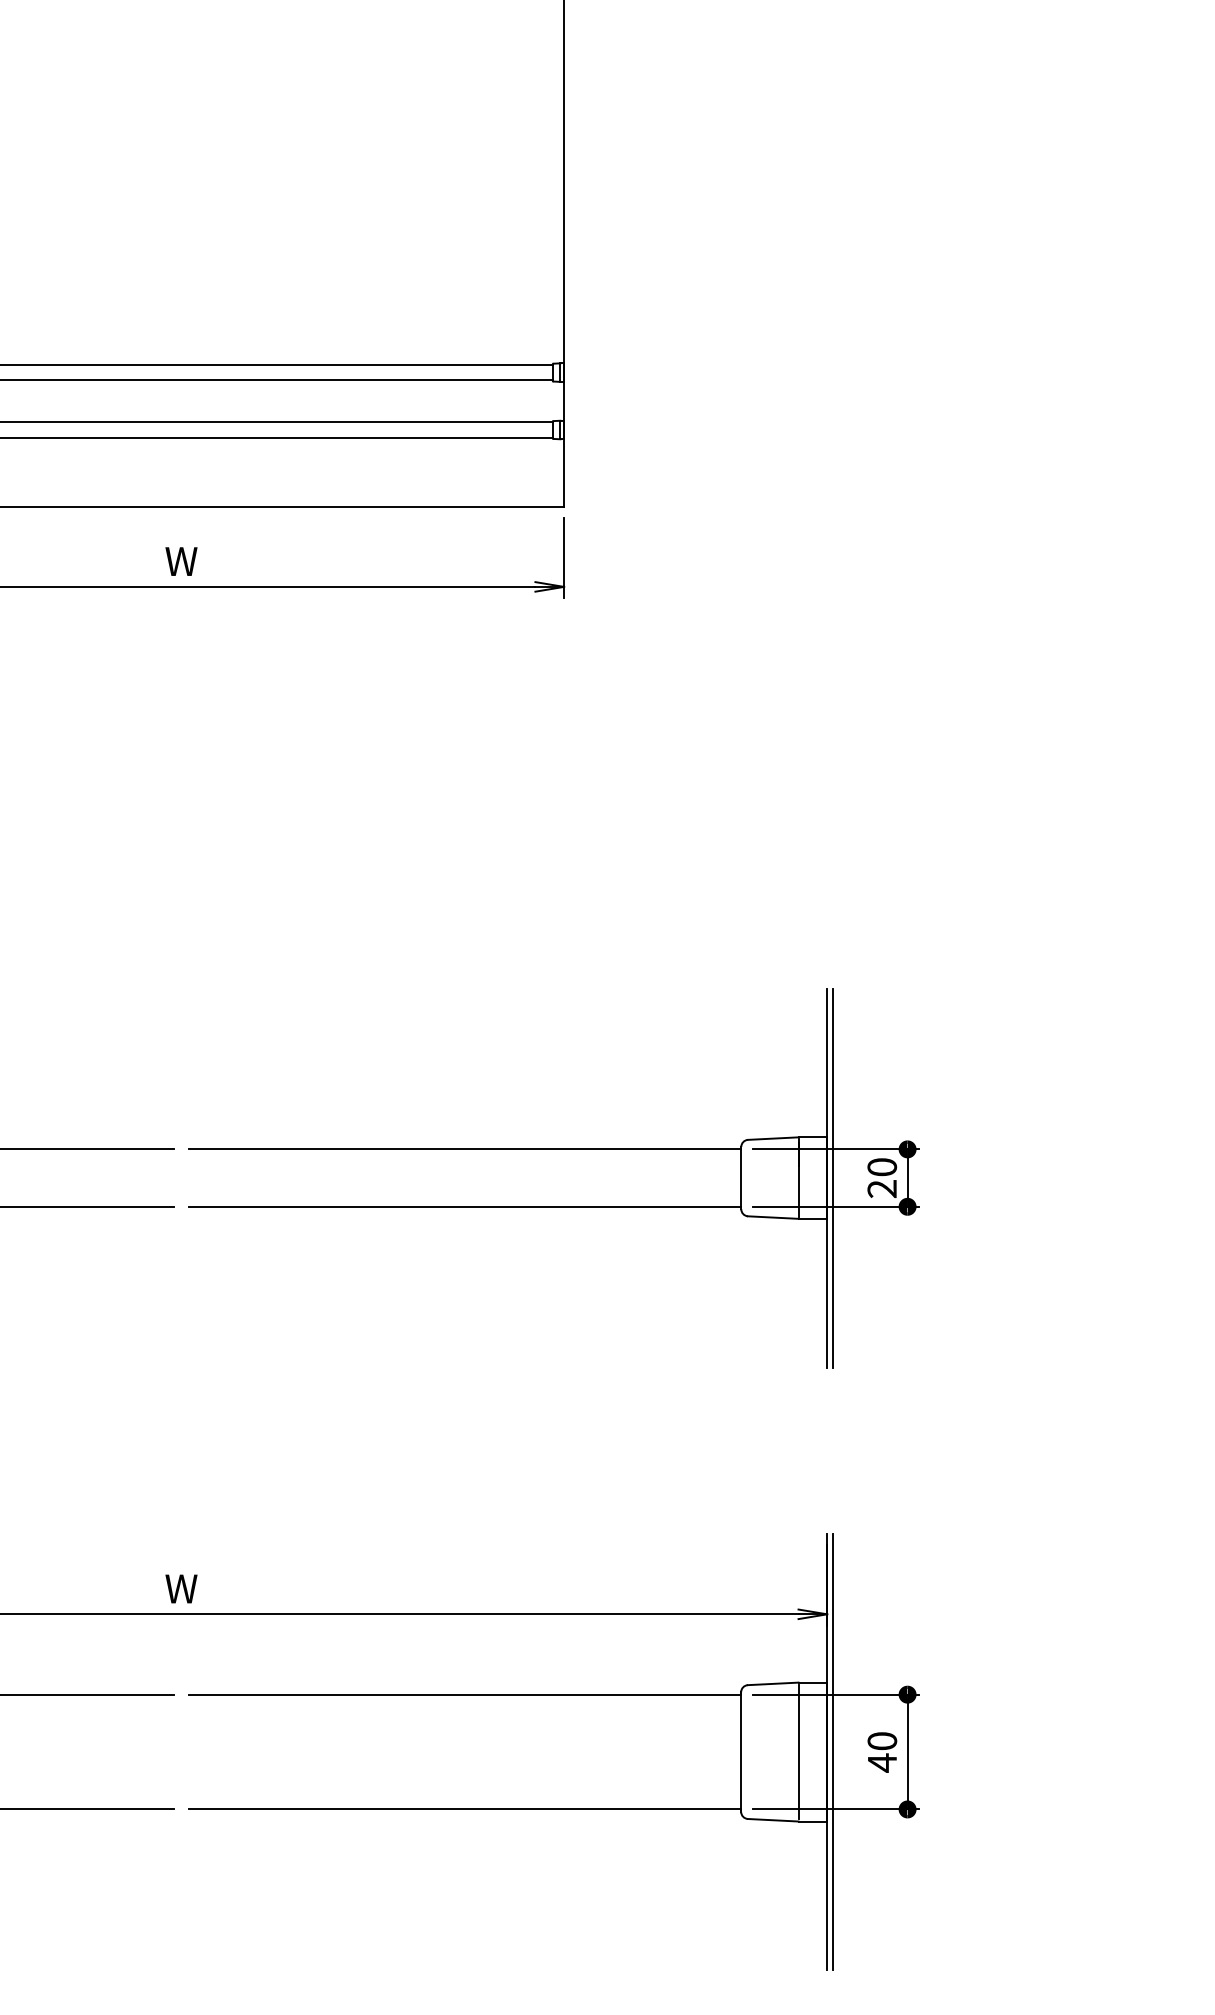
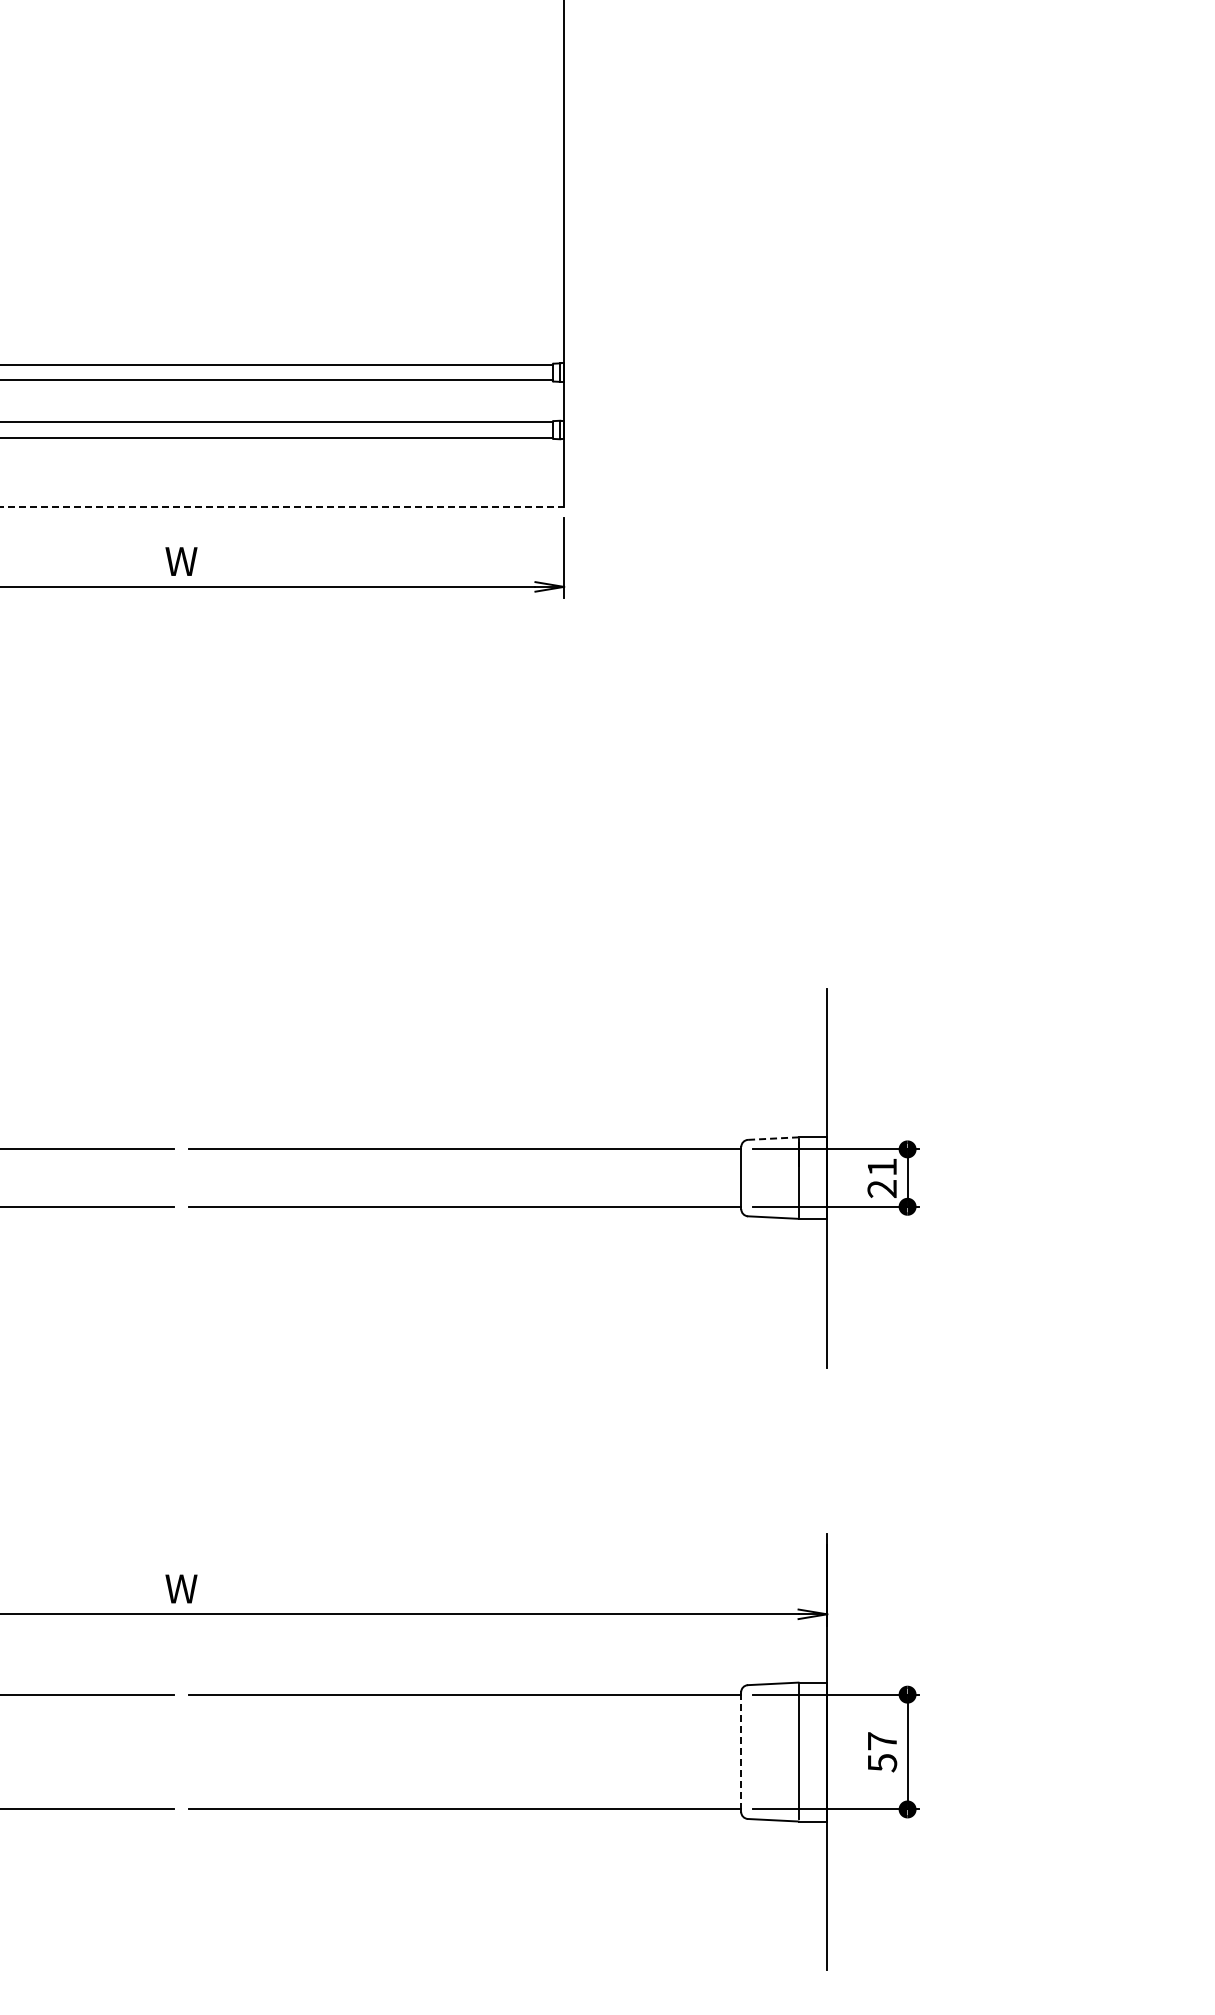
line at (282, 506): solid -> dashed
line at (773, 1138): solid -> dashed
text at (882, 1167): 20 -> 21
line at (832, 1177): present -> none
line at (741, 1751): solid -> dashed
line at (832, 1751): present -> none
text at (882, 1752): 40 -> 57
